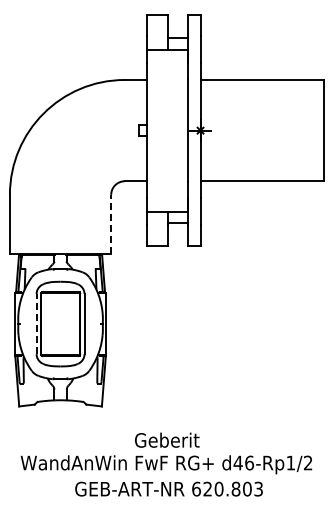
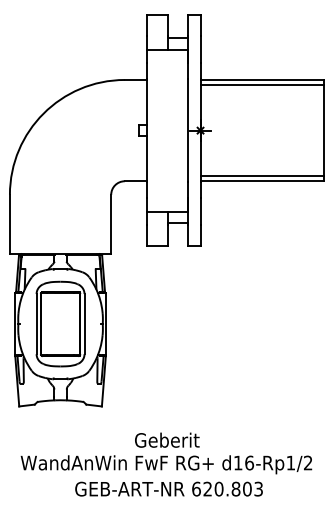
line at (262, 84): none -> present
line at (262, 176): none -> present
line at (111, 224): dashed -> solid
line at (36, 323): dashed -> solid
text at (237, 462): d46-Rp1/2 -> d16-Rp1/2
